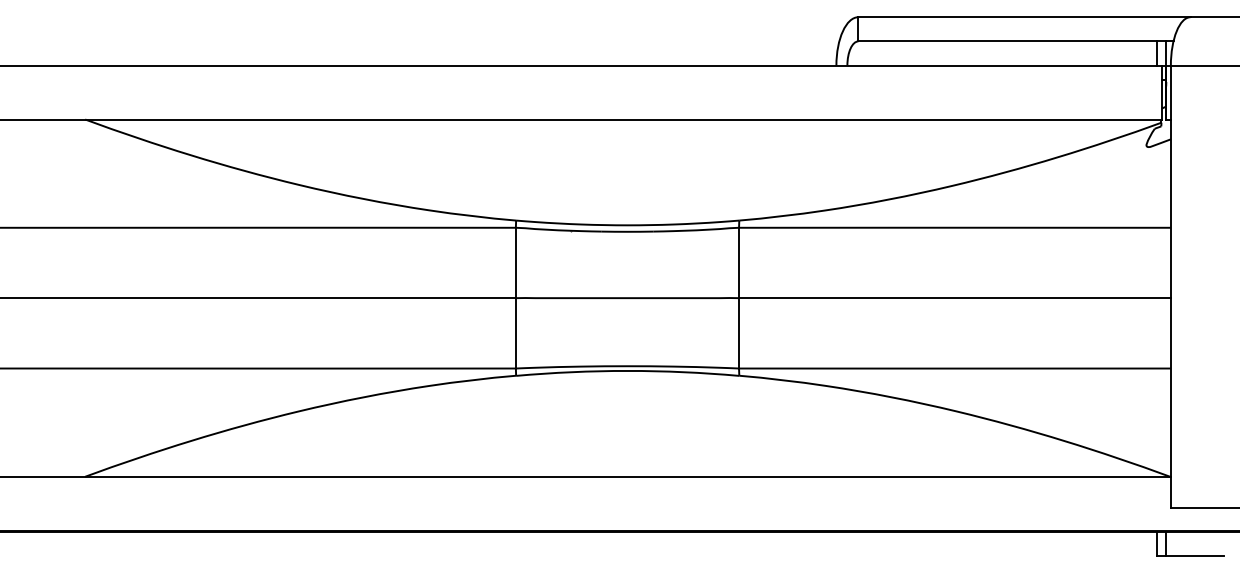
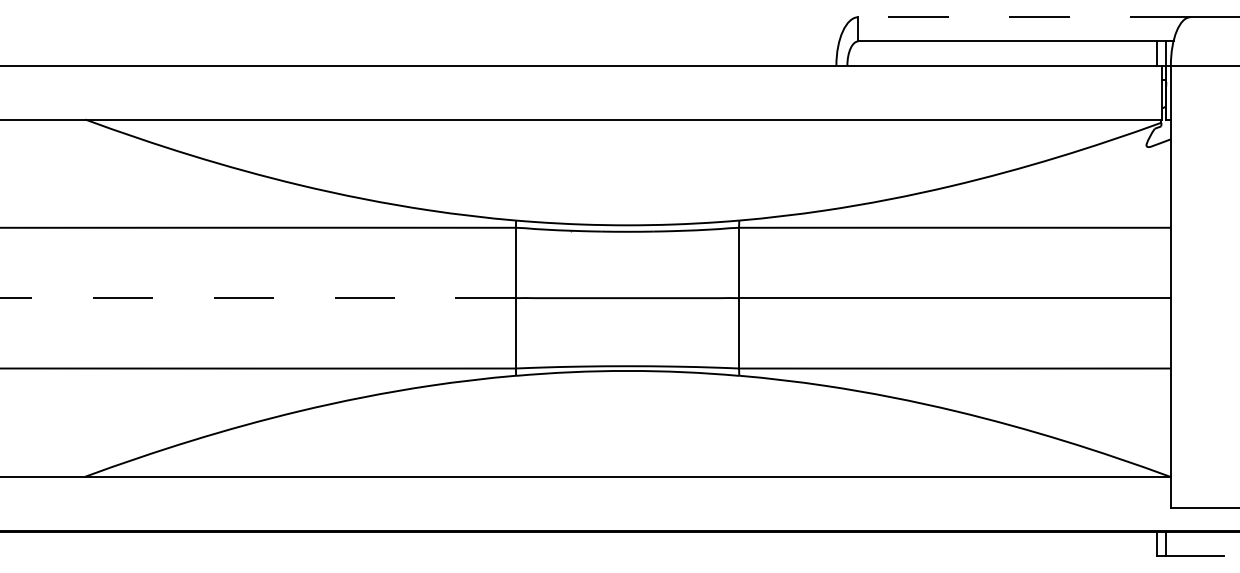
line at (1023, 17): solid -> dashed
line at (258, 298): solid -> dashed
